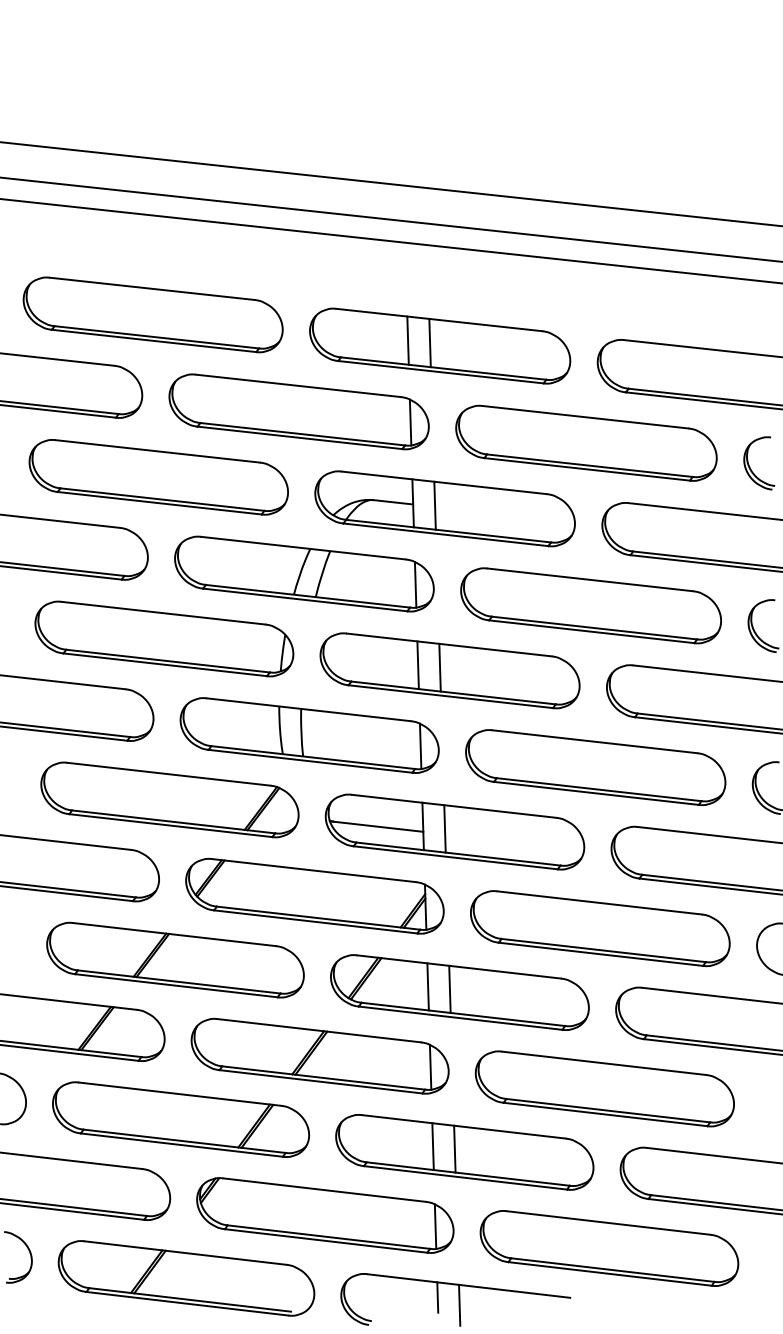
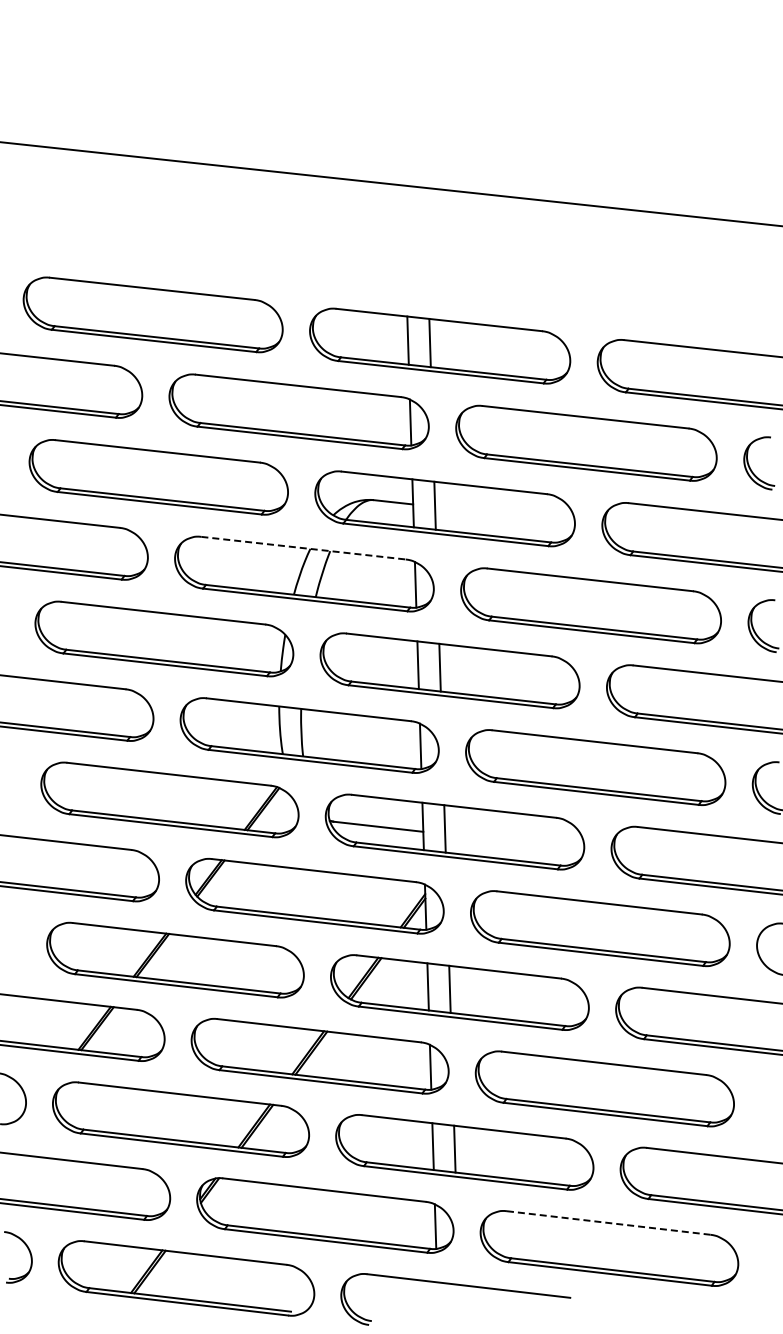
line at (390, 219): present -> none
line at (390, 241): present -> none
line at (303, 548): solid -> dashed
line at (609, 1223): solid -> dashed
line at (437, 1297): present -> none
line at (459, 1304): present -> none
